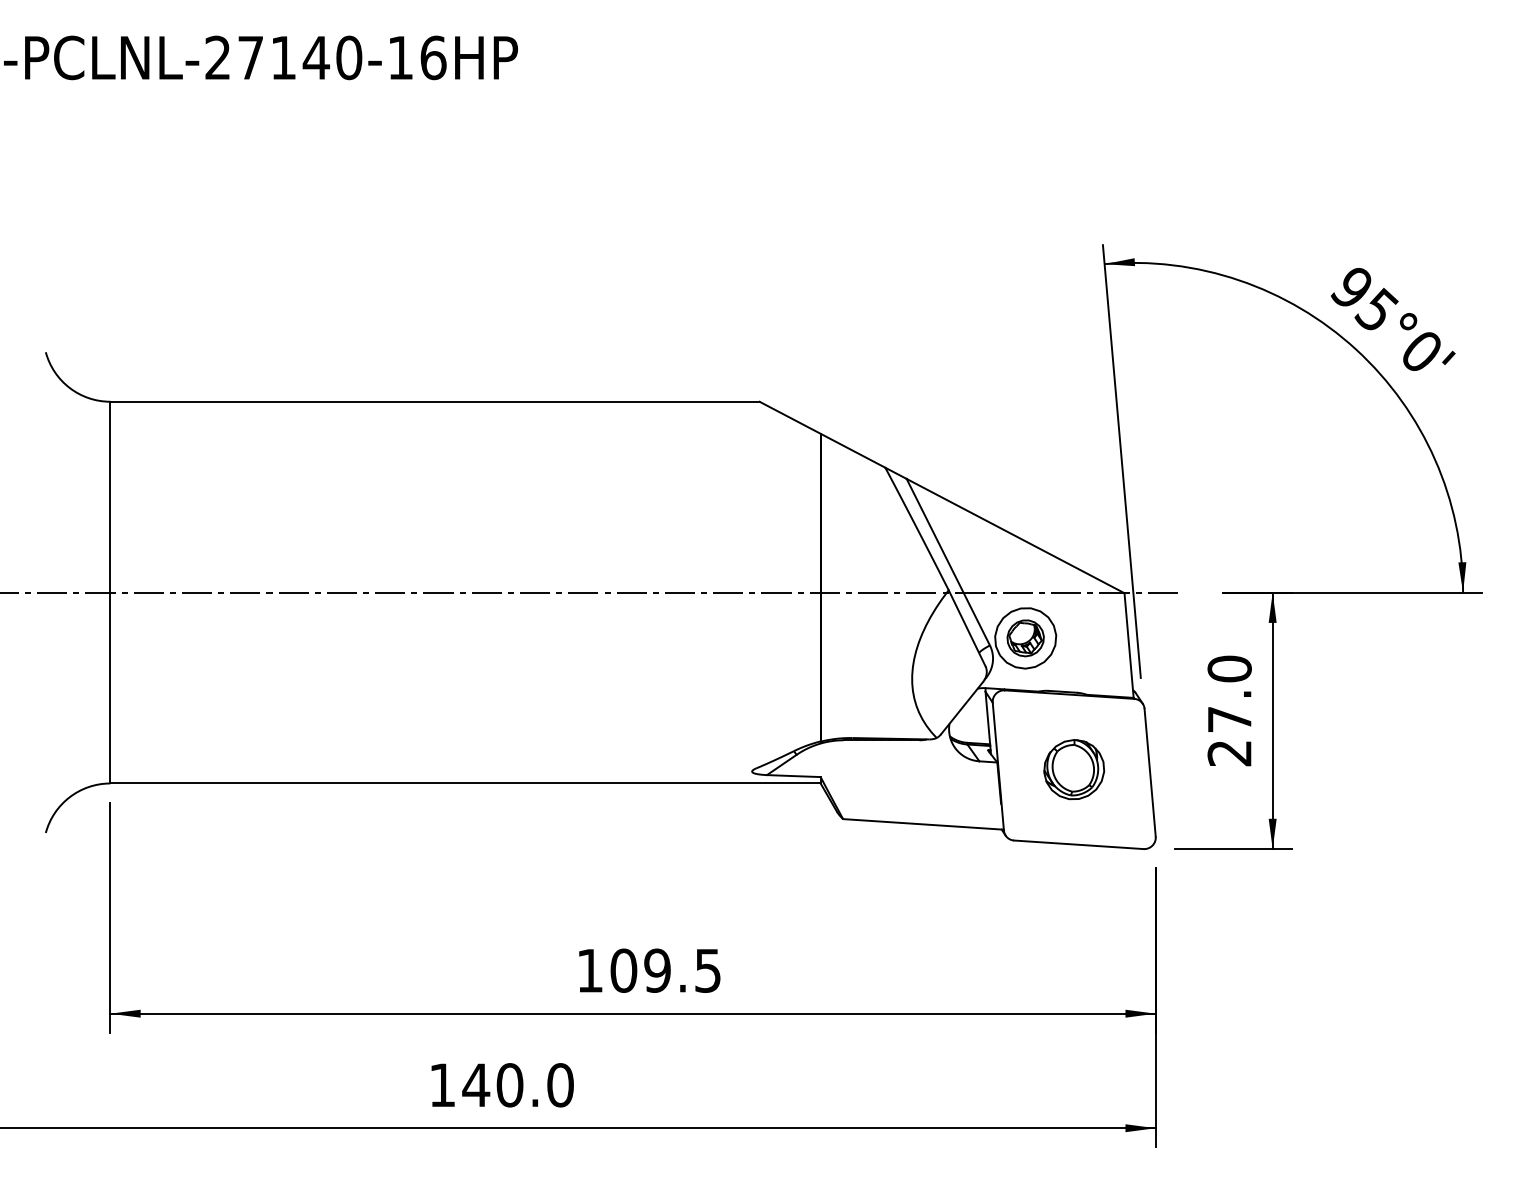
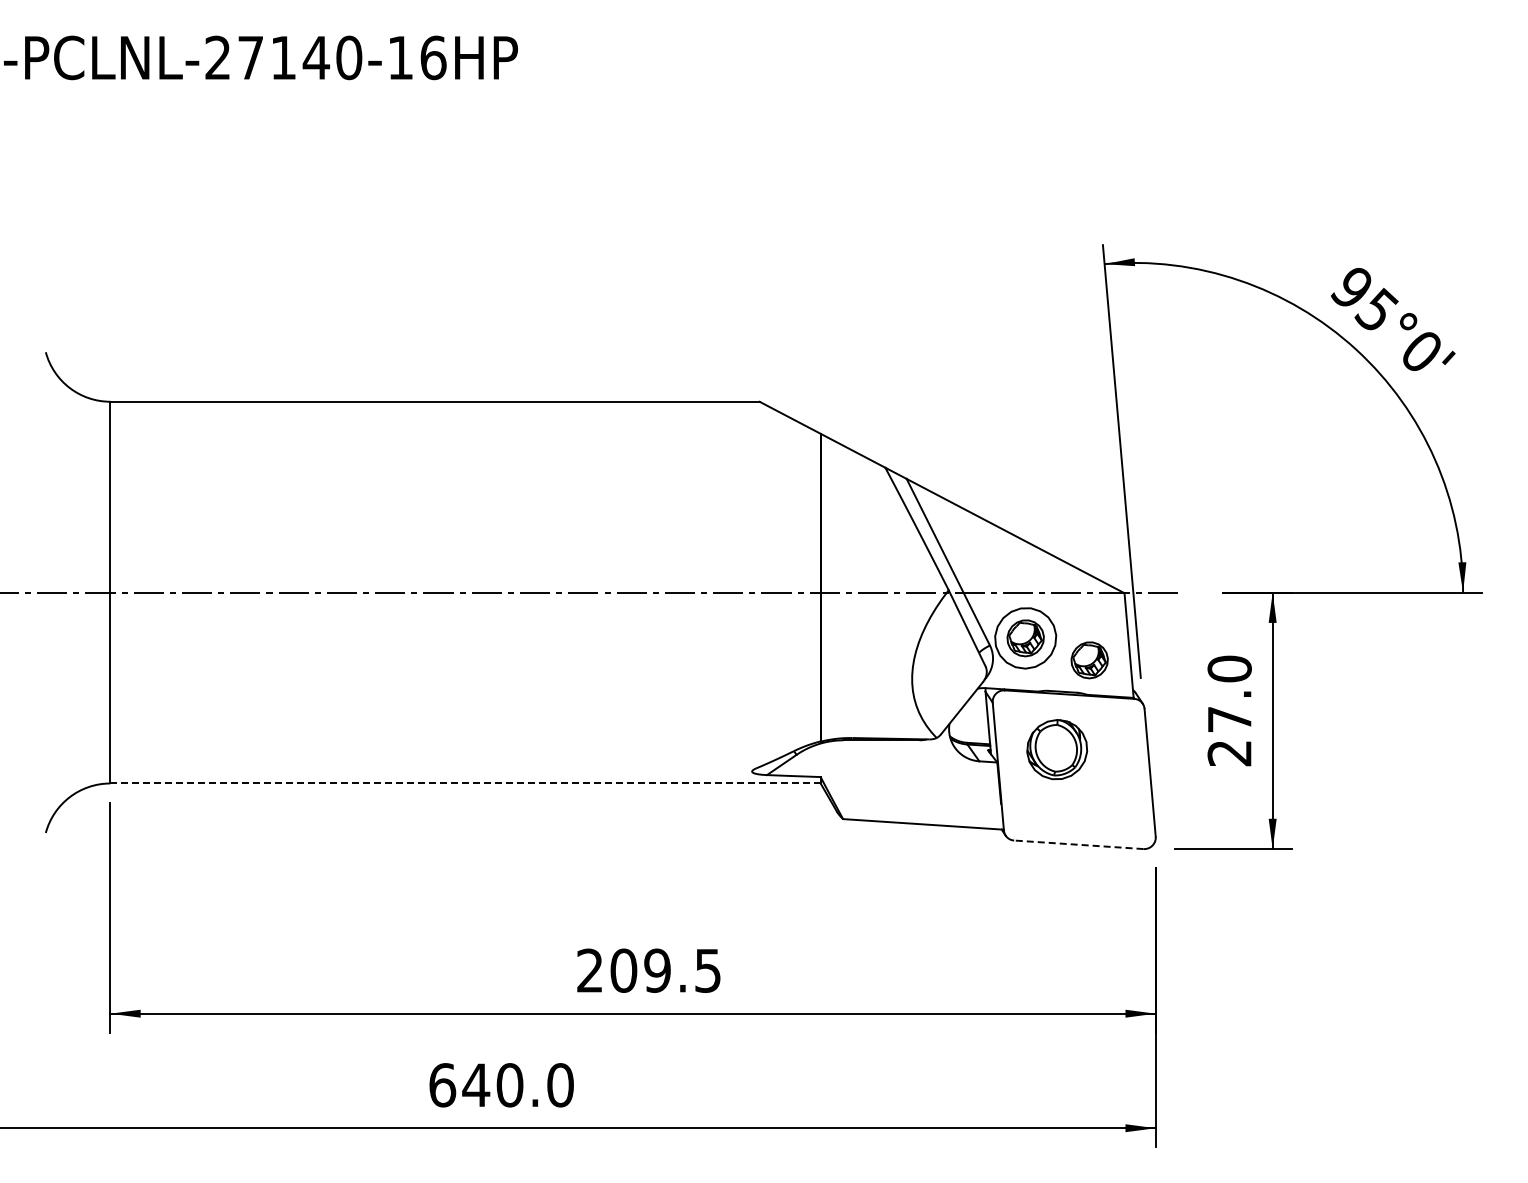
part at (1089, 660): none -> present
part at (1074, 769) position: (1074, 769) -> (1057, 749)
line at (466, 783): solid -> dashed
line at (1078, 844): solid -> dashed
text at (589, 970): 109.5 -> 209.5
text at (442, 1085): 140.0 -> 640.0
